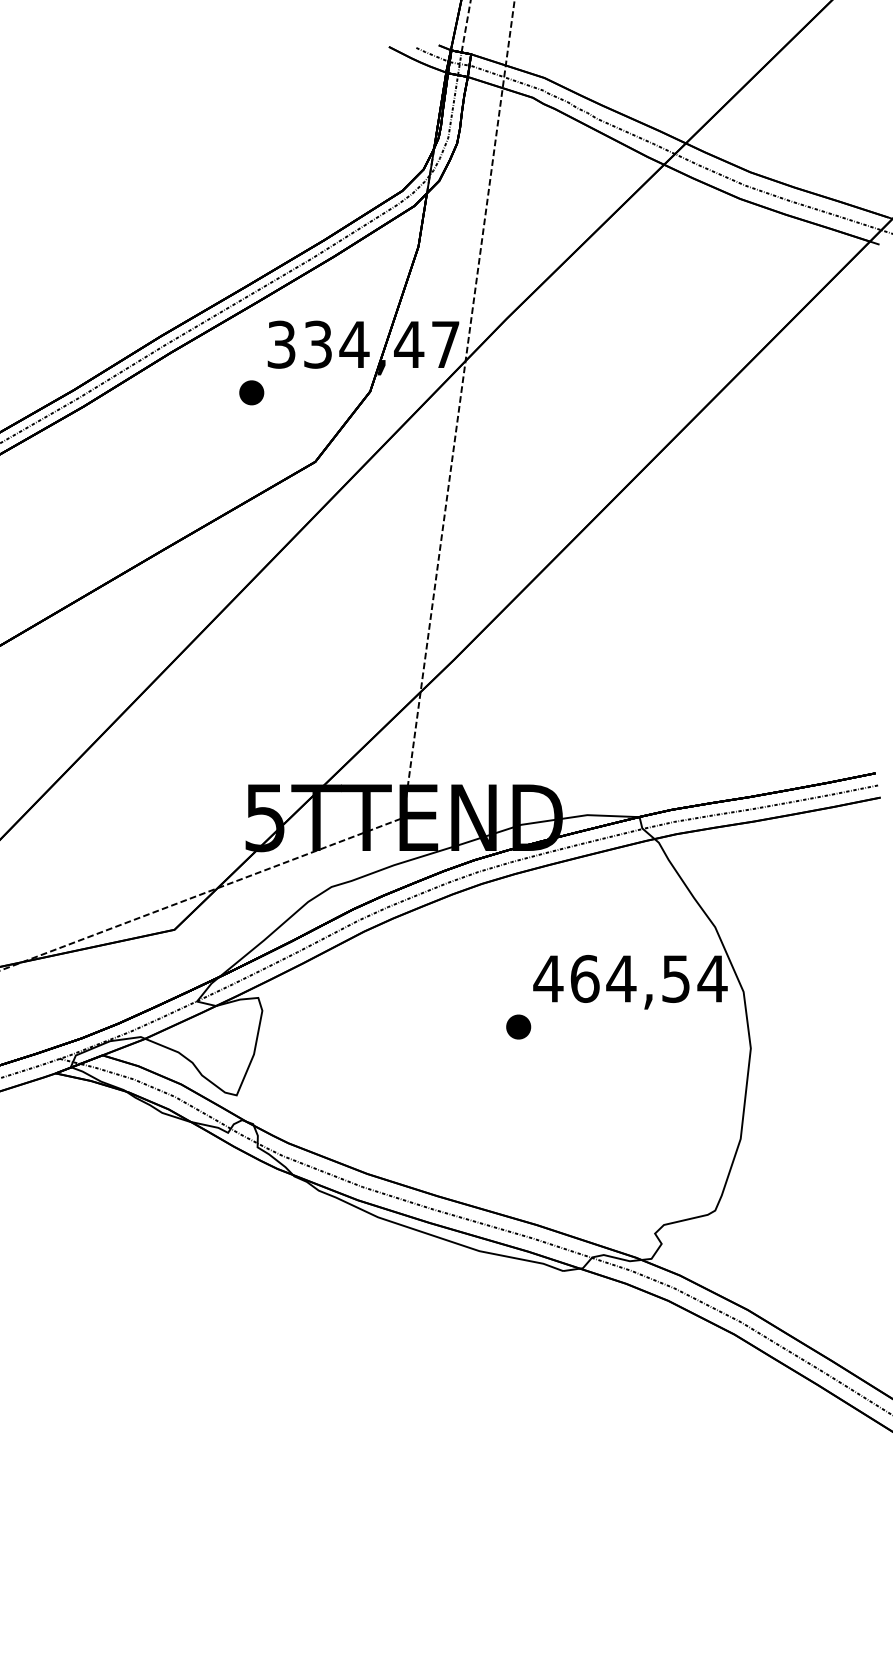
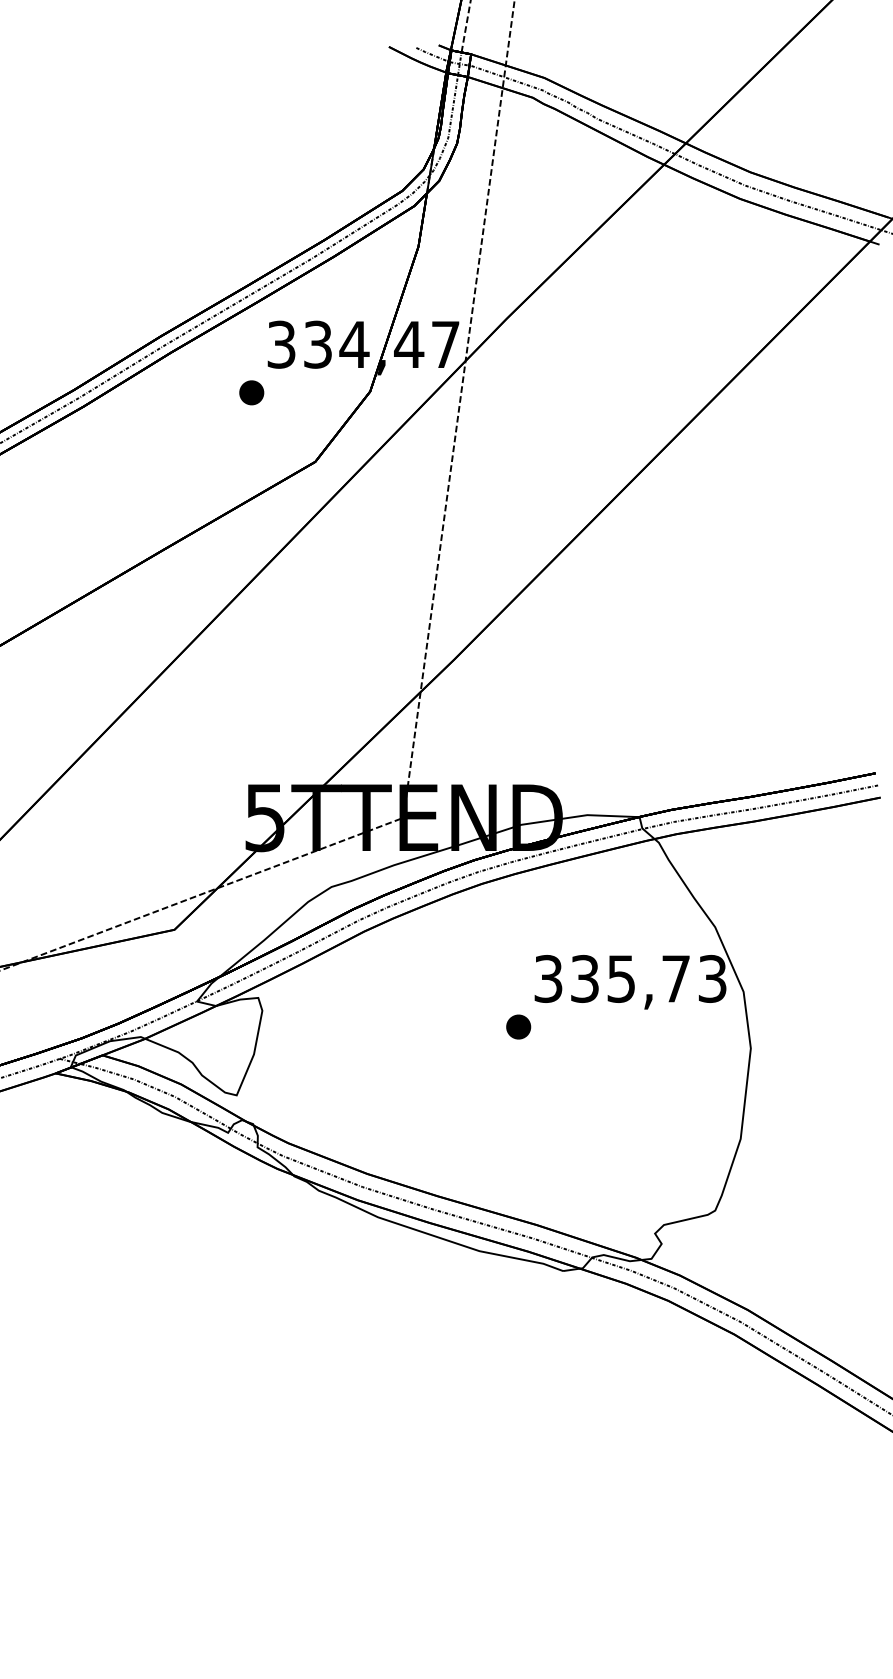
text at (630, 978): 464,54 -> 335,73
